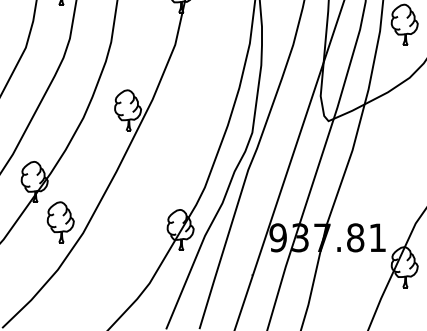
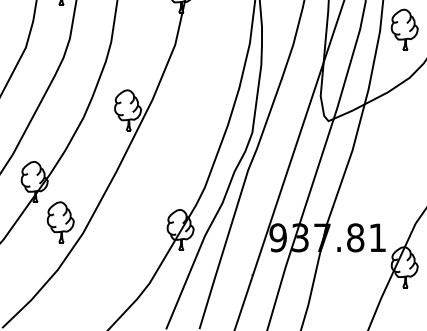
part at (404, 24) position: (404, 24) -> (404, 29)
